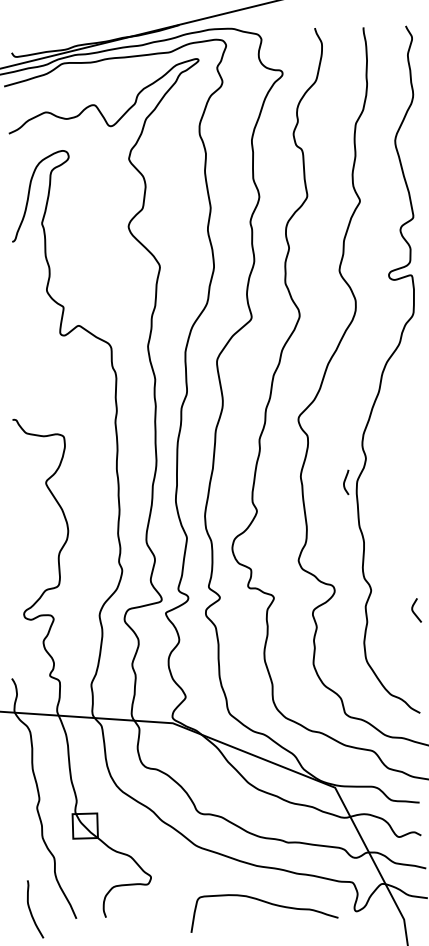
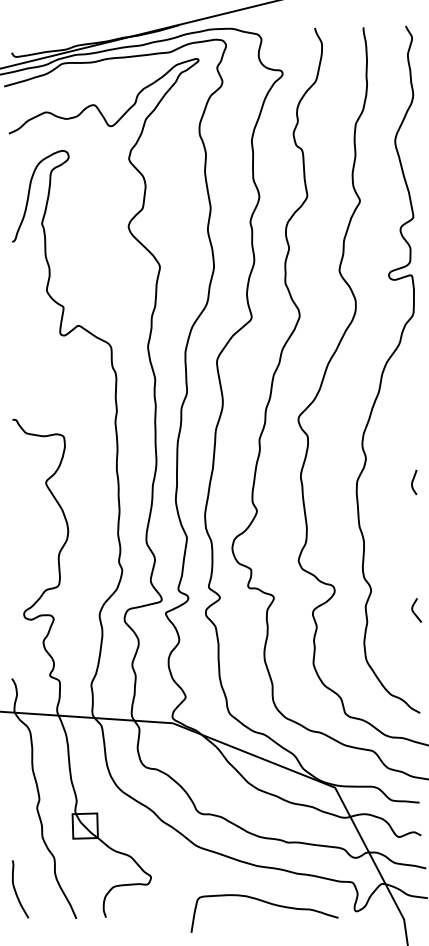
curve at (345, 482) position: (345, 482) -> (413, 482)
curve at (31, 910) position: (31, 910) -> (16, 890)
